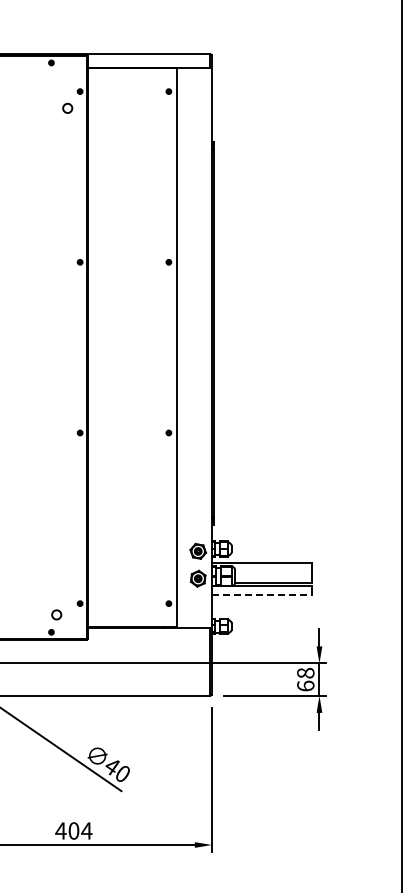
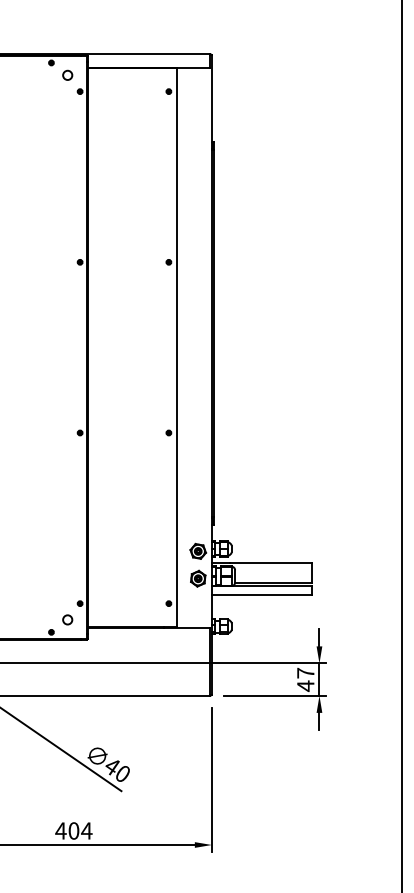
circle at (67, 107) position: (67, 107) -> (67, 74)
line at (261, 595): dashed -> solid
circle at (56, 614) position: (56, 614) -> (67, 619)
text at (305, 679): 68 -> 47
